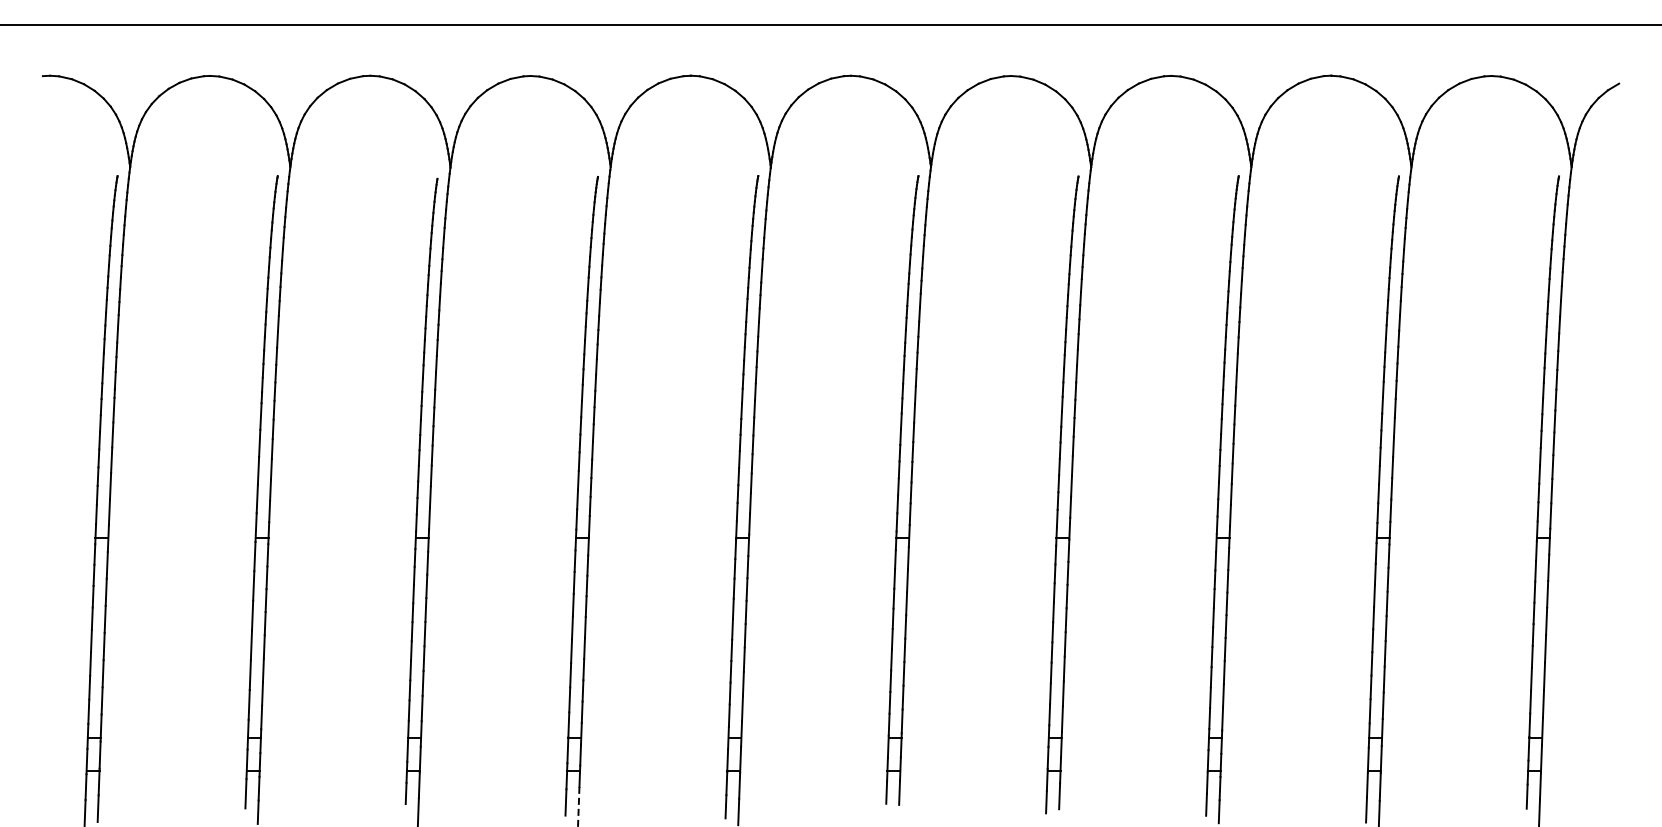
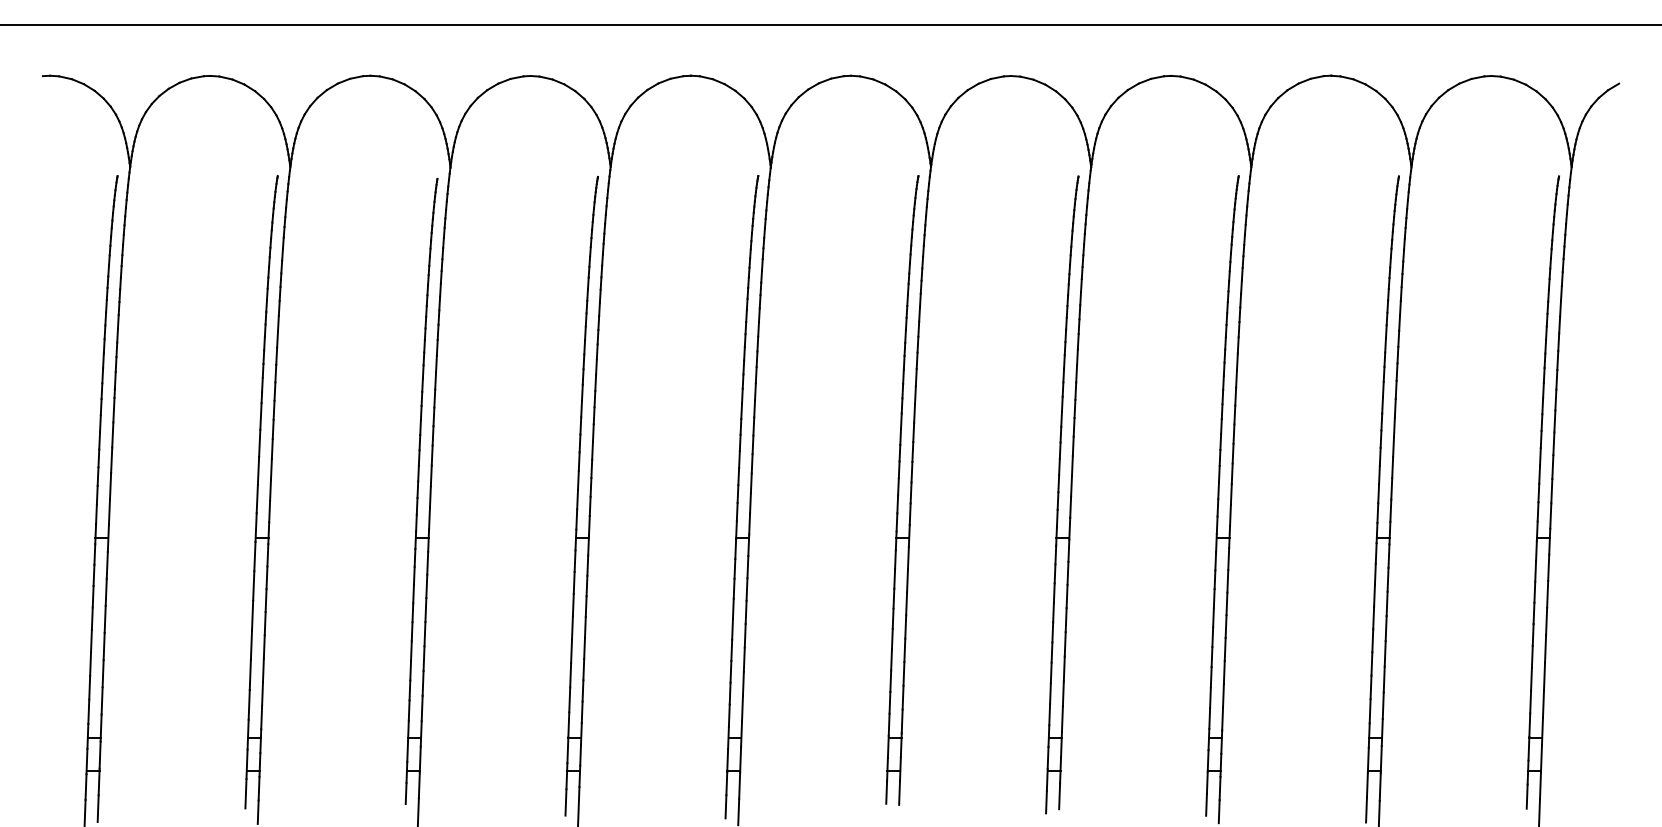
line at (578, 806): dashed -> solid
